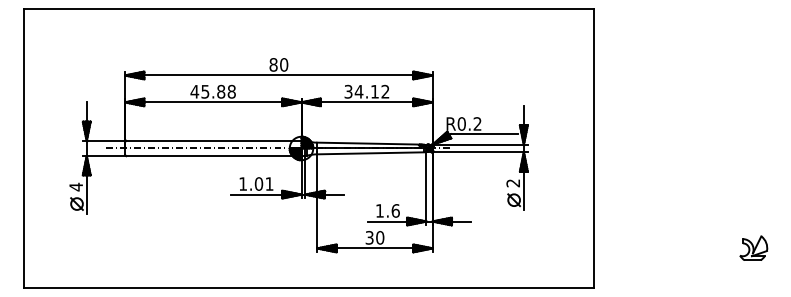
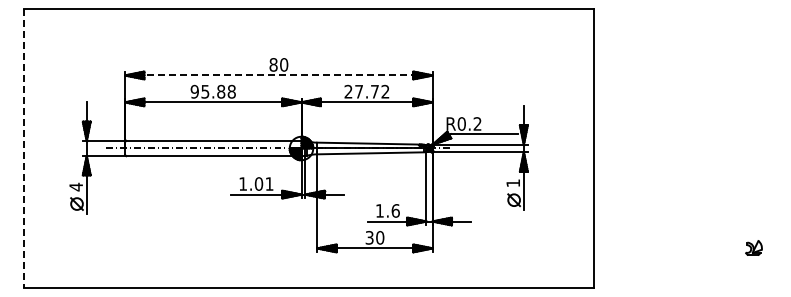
line at (278, 75): solid -> dashed
text at (194, 91): 45.88 -> 95.88
text at (361, 91): 34.12 -> 27.72
line at (23, 148): solid -> dashed
text at (512, 183): 2 -> 1
part at (753, 247) size: 30x26 px -> 18x16 px
